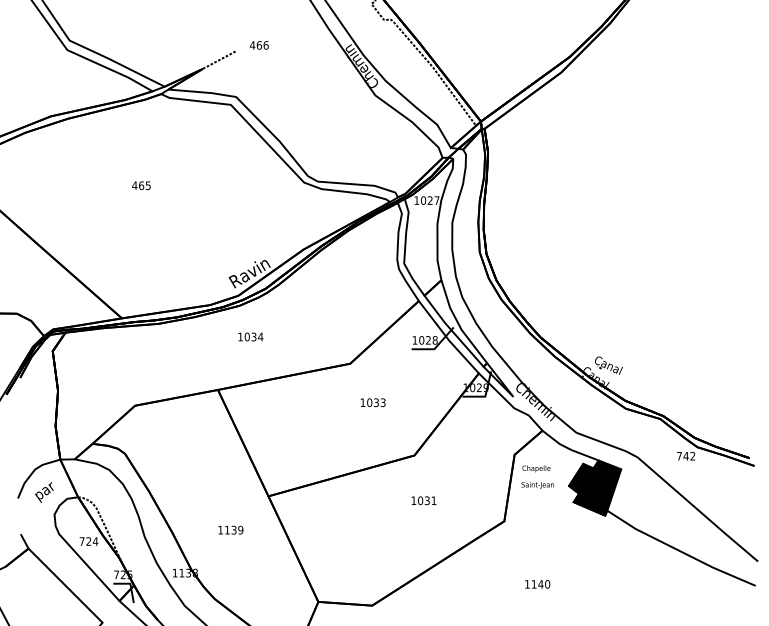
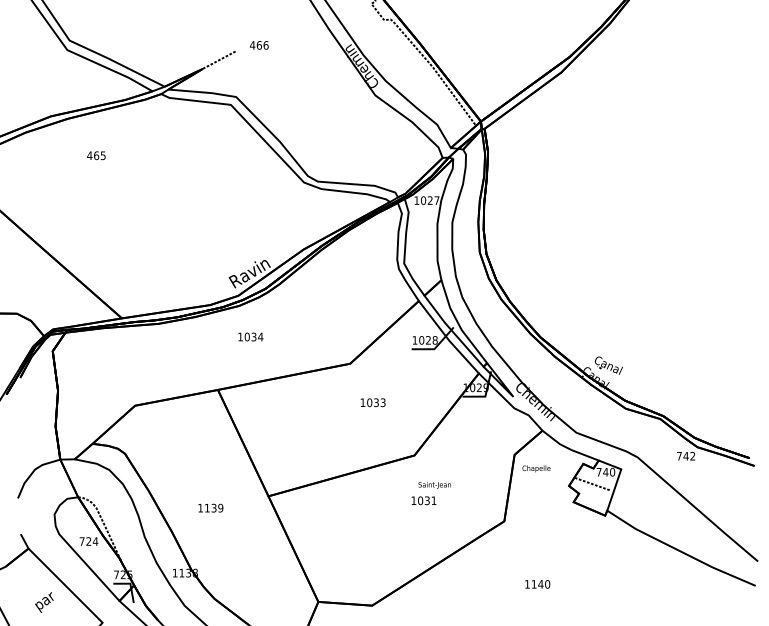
text at (141, 185) position: (141, 185) -> (96, 155)
text at (537, 485) position: (537, 485) -> (434, 485)
fill at (595, 487): present -> none
text at (44, 492) position: (44, 492) -> (44, 602)
text at (230, 529) position: (230, 529) -> (210, 507)
